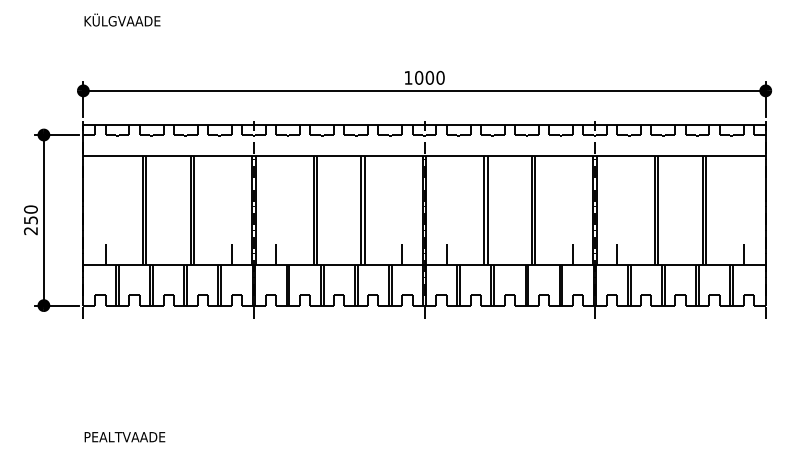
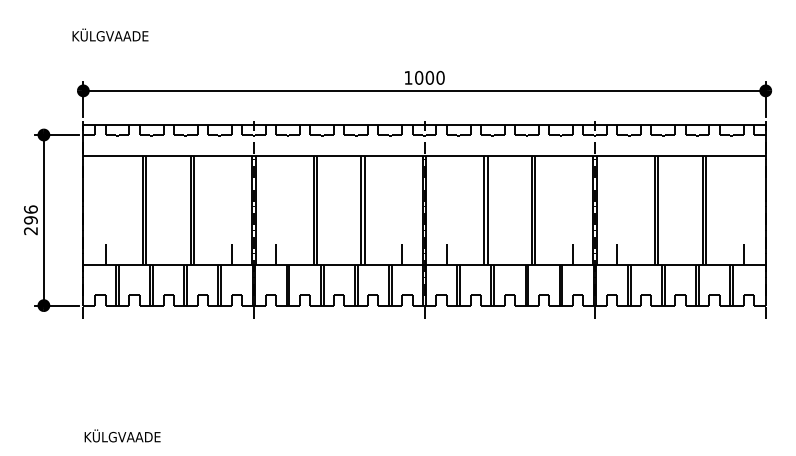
text at (122, 19) position: (122, 19) -> (110, 34)
text at (30, 214): 250 -> 296
text at (125, 435): PEALTVAADE -> KÜLGVAADE
